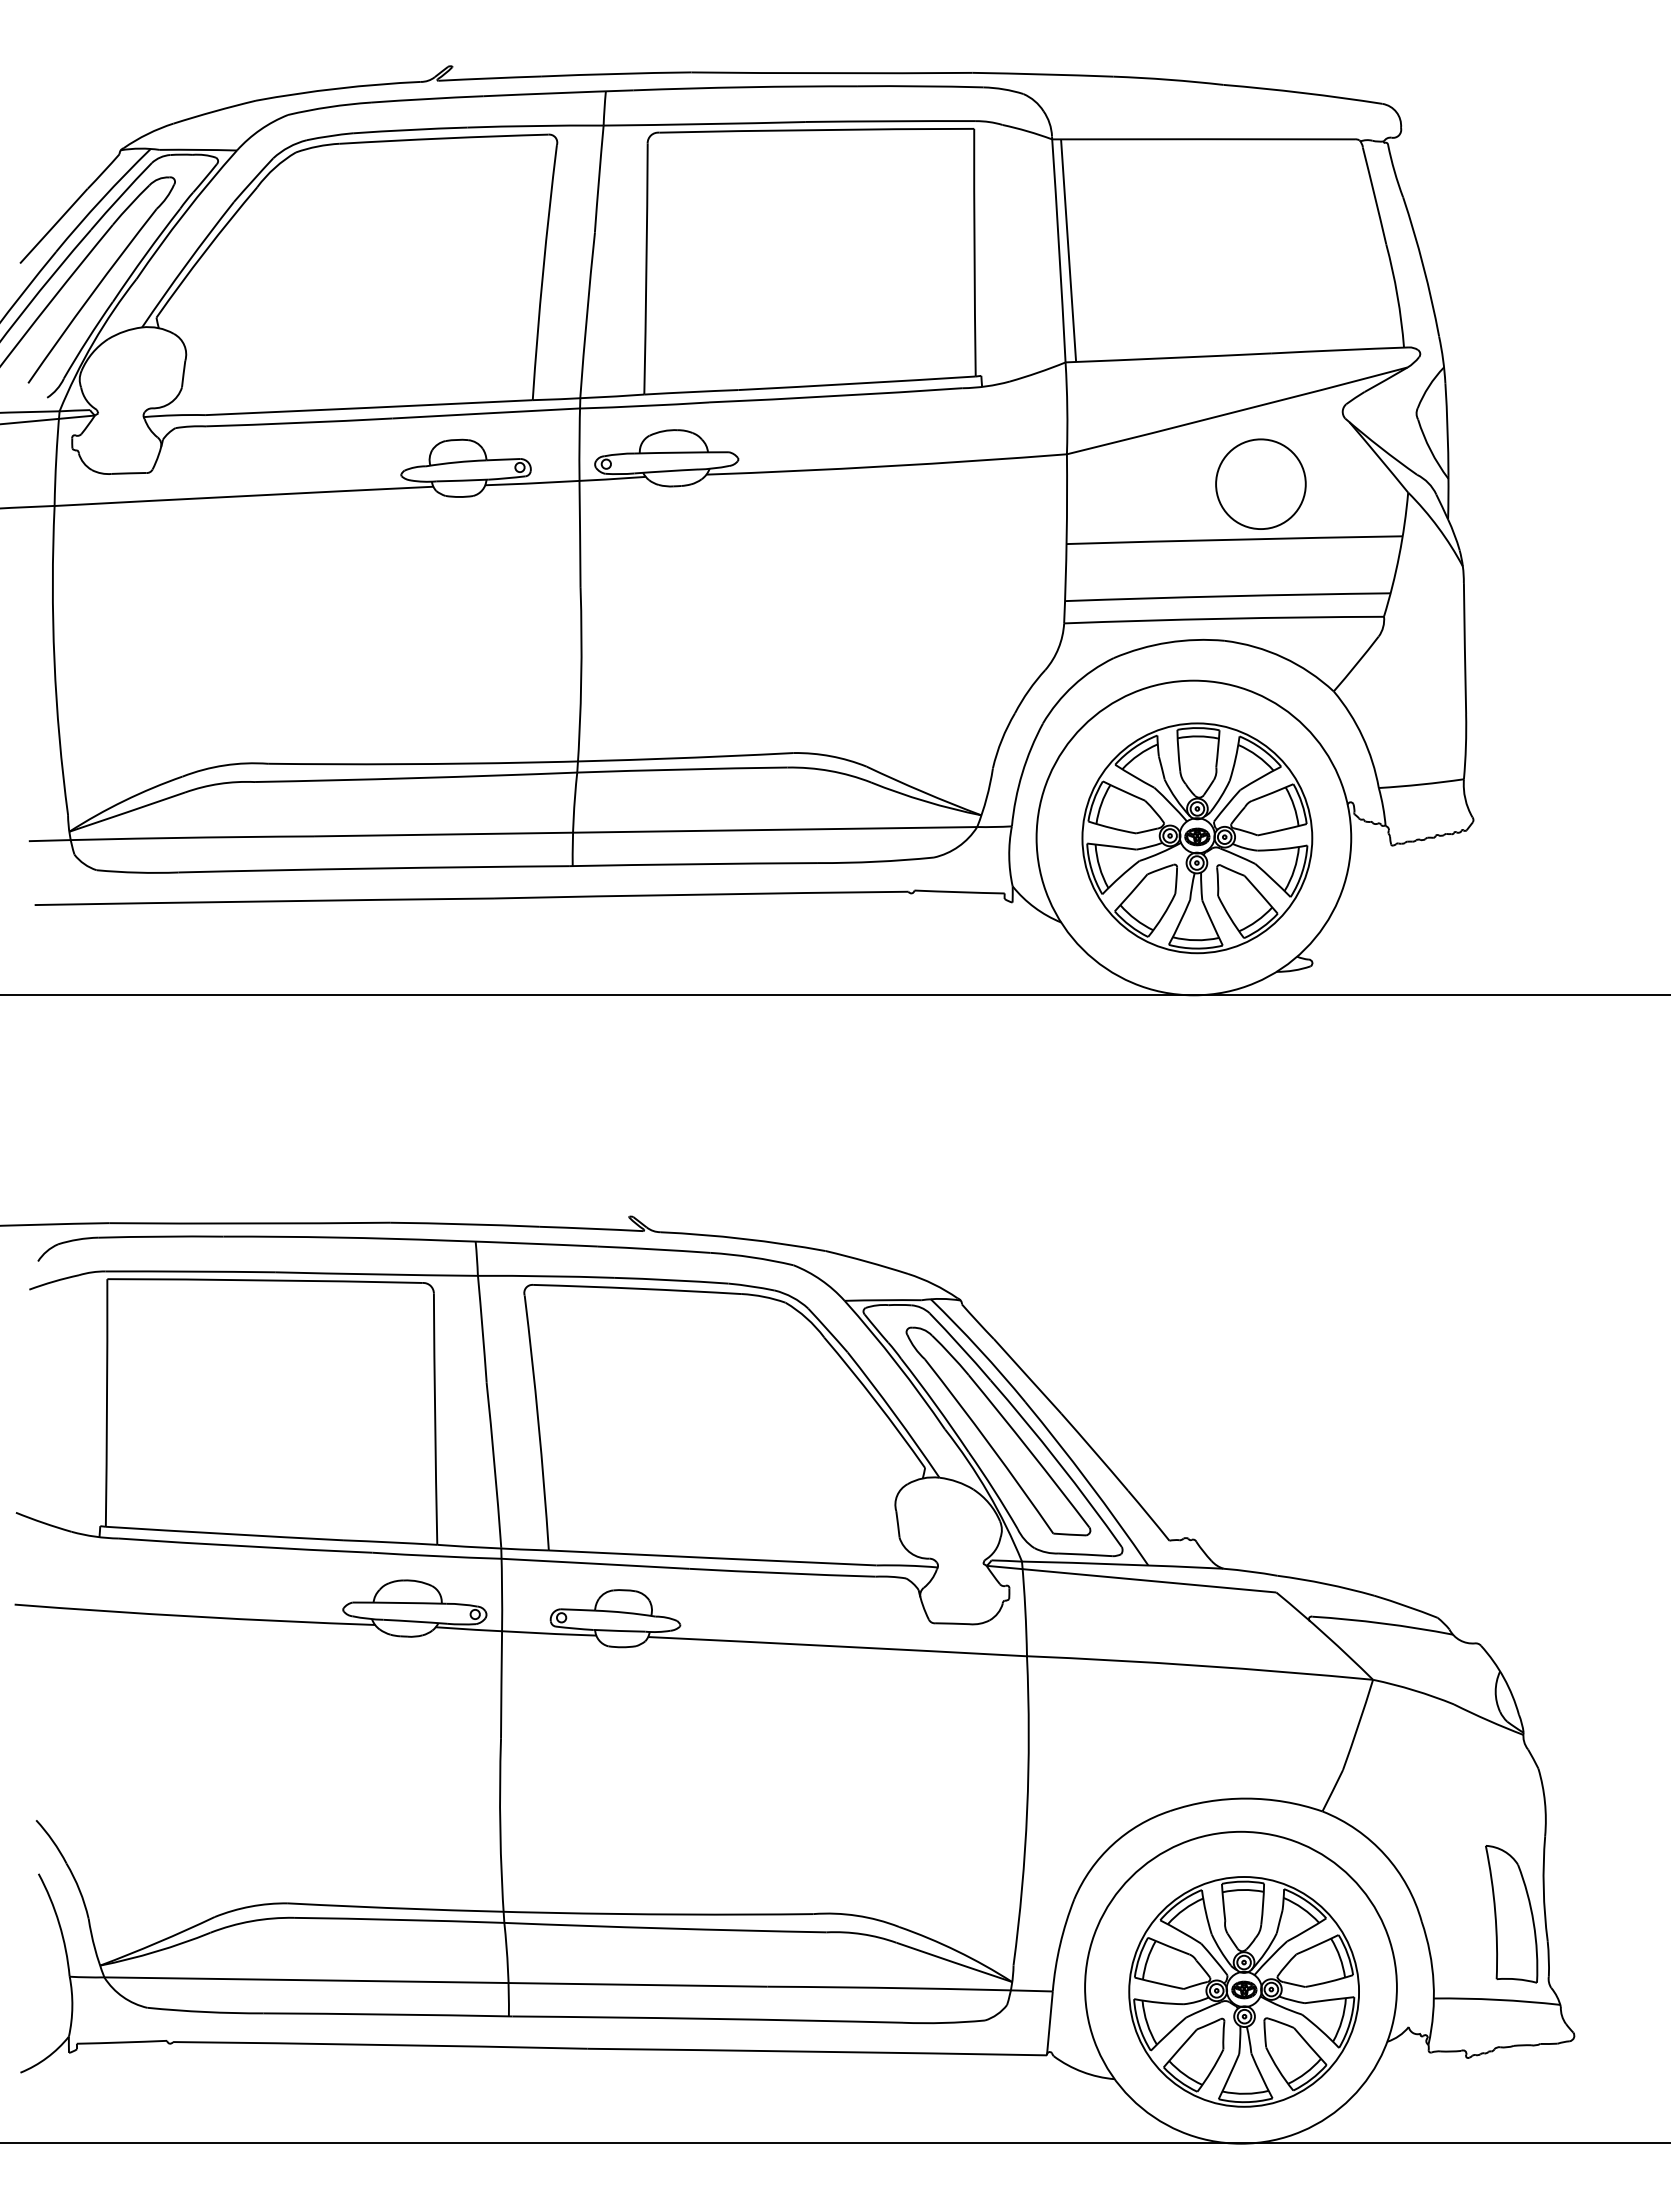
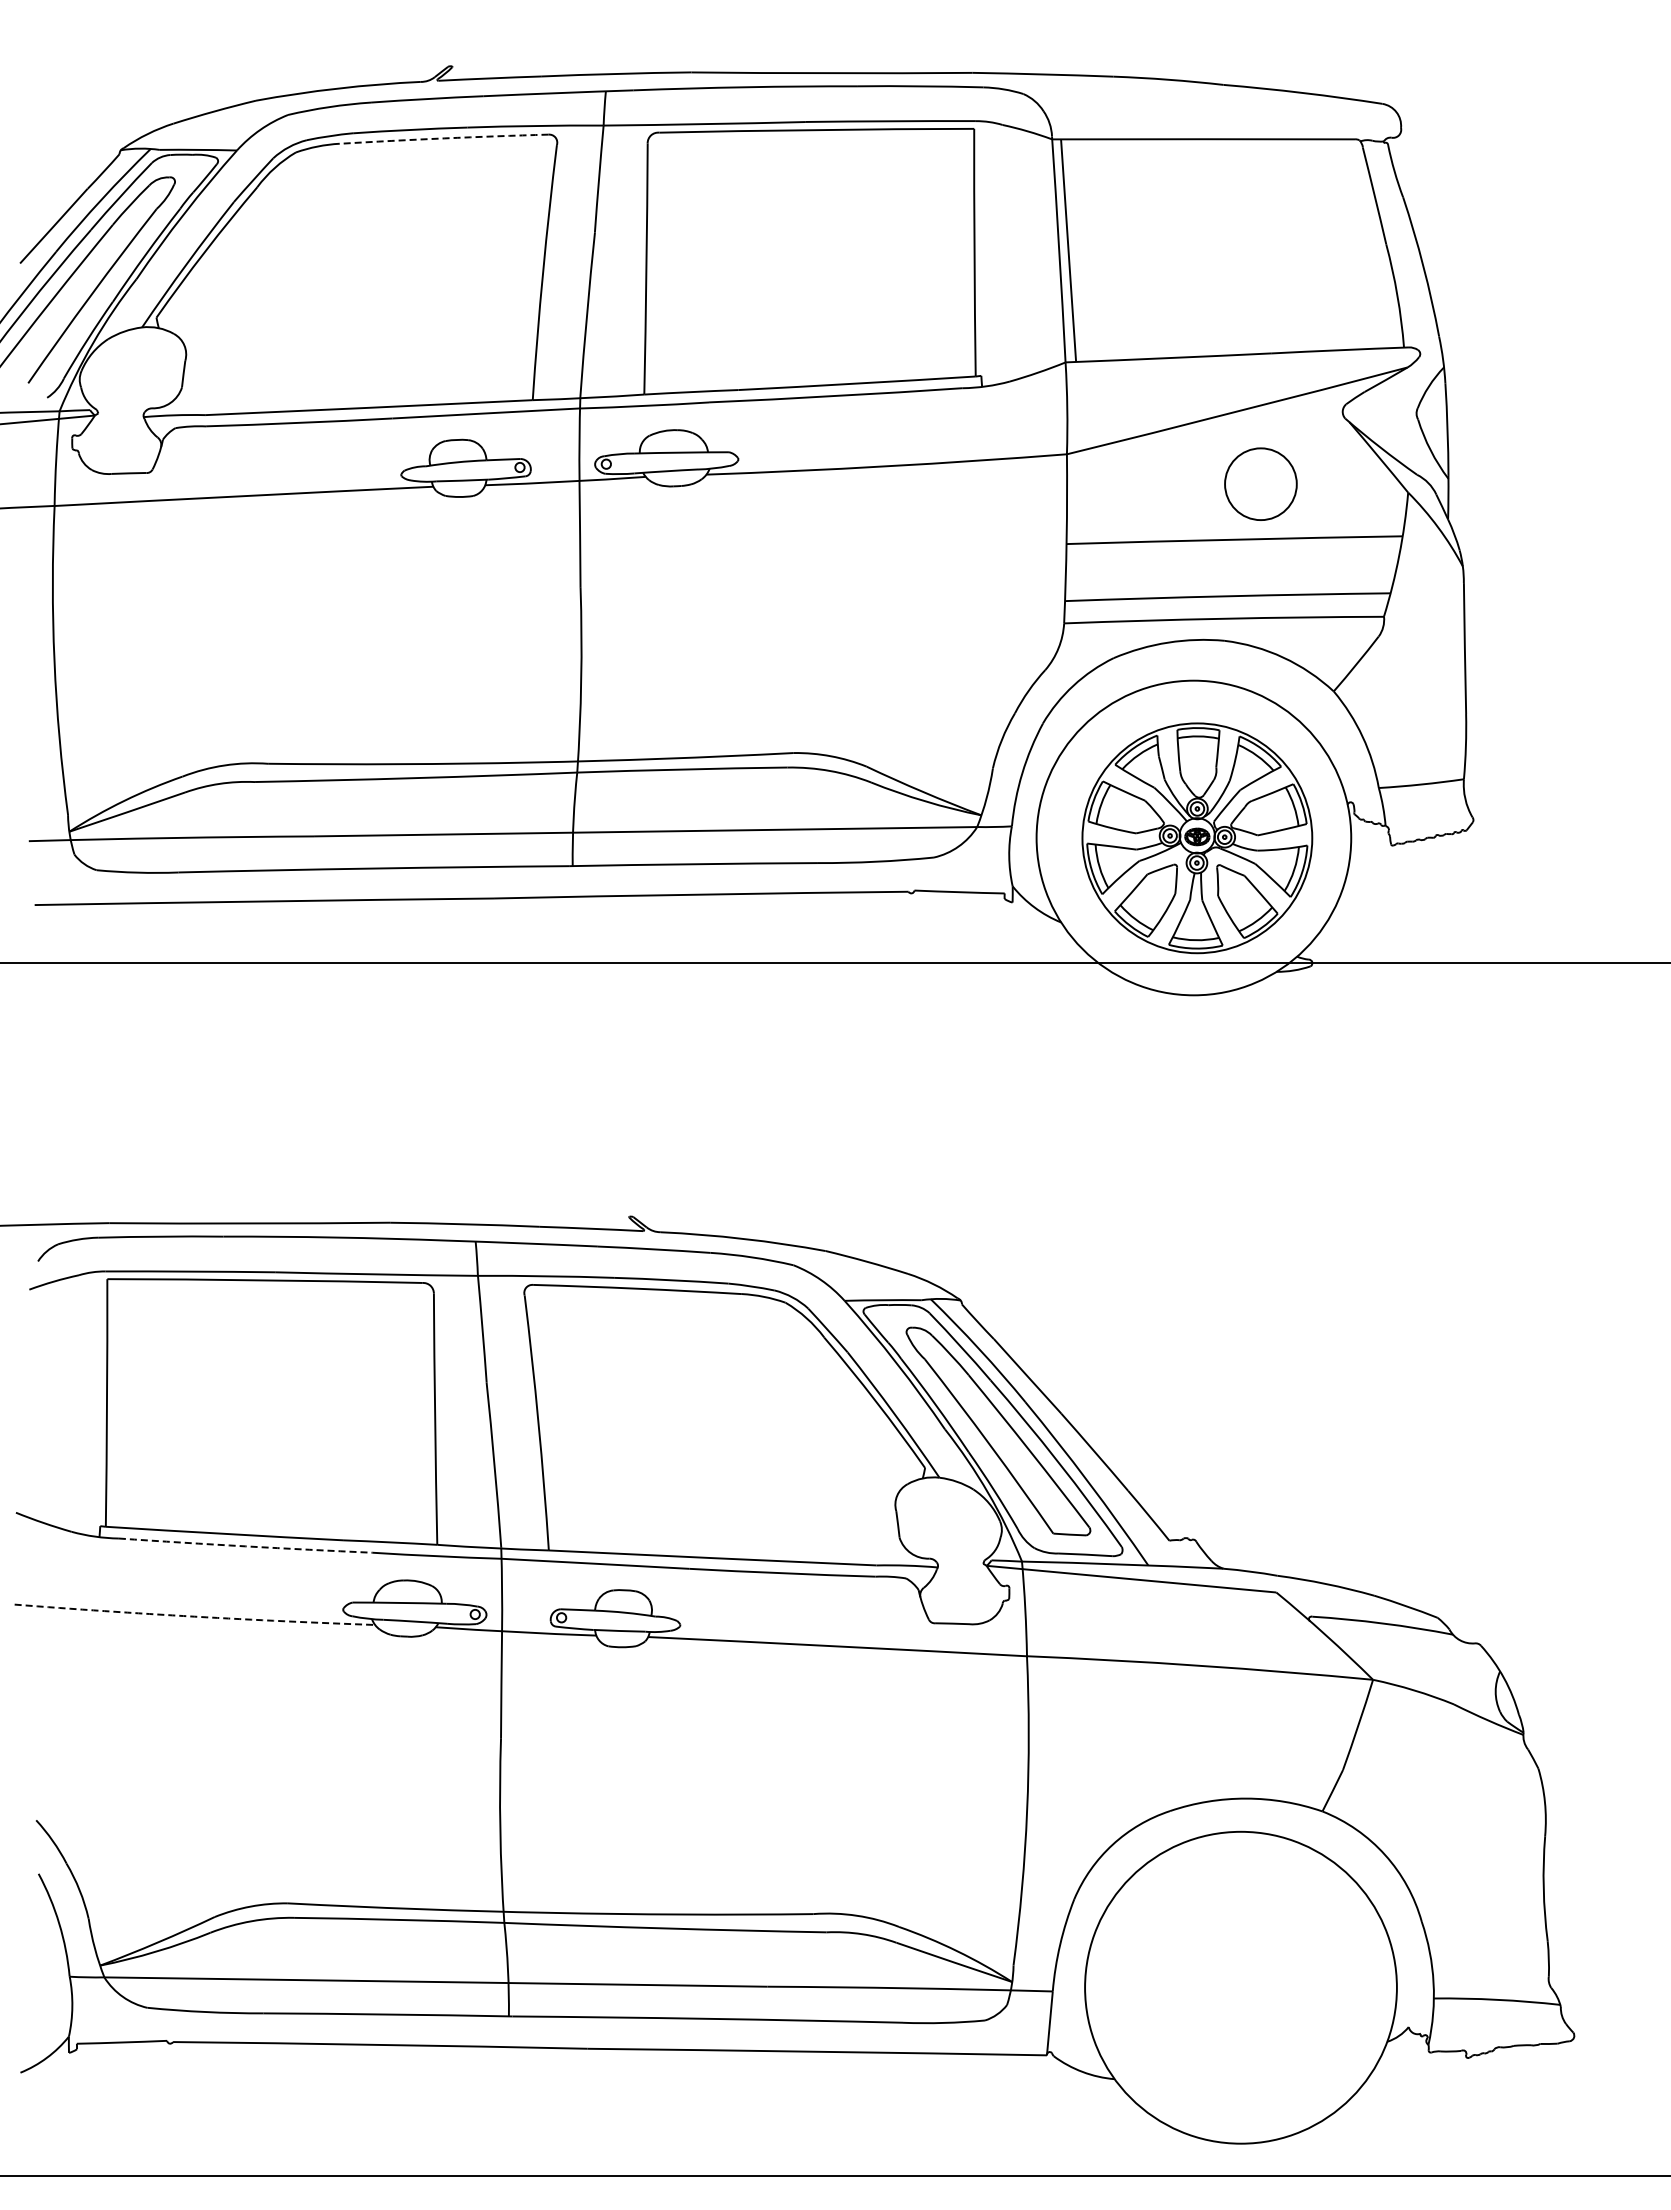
arc at (444, 138): solid -> dashed
circle at (1260, 484) diameter: 90 px -> 72 px
line at (834, 995) position: (834, 995) -> (834, 963)
arc at (245, 1546): solid -> dashed
arc at (194, 1616): solid -> dashed
part at (1511, 1914): present -> none
part at (1243, 1991): present -> none
line at (834, 2143) position: (834, 2143) -> (834, 2176)
